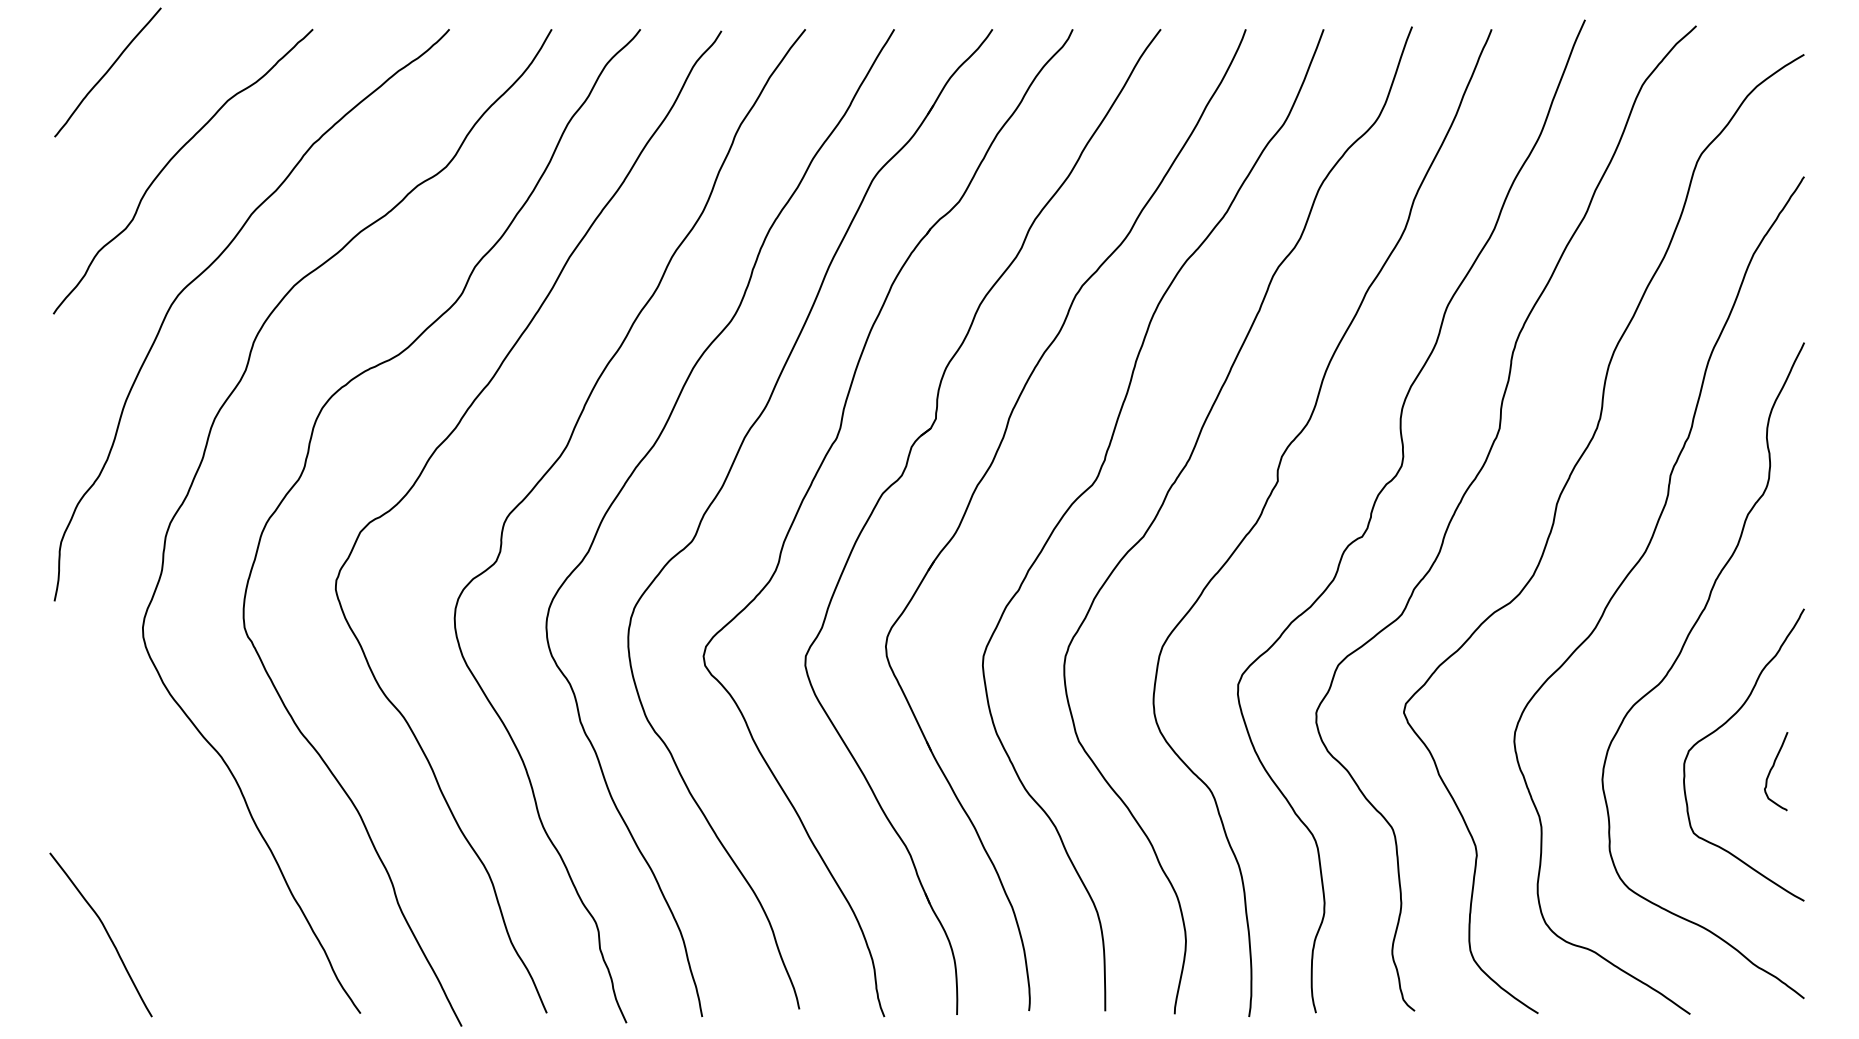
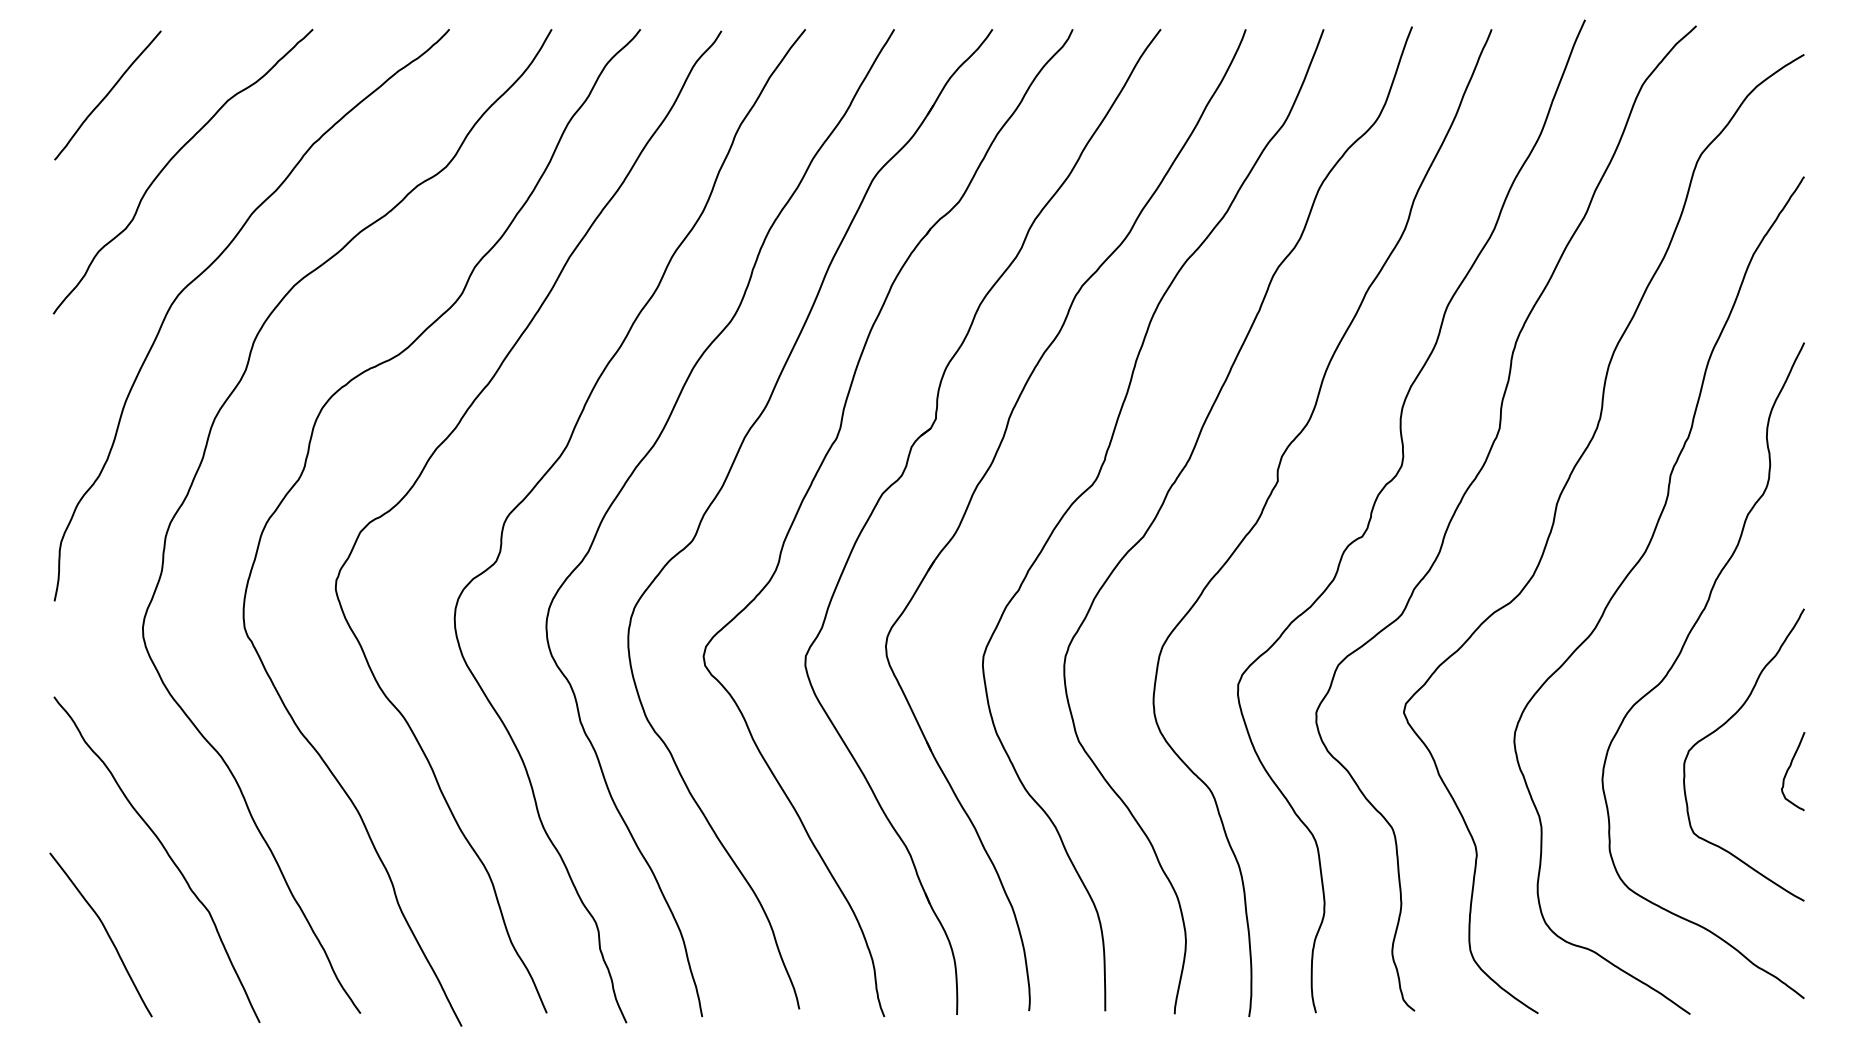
curve at (107, 72) position: (107, 72) -> (107, 95)
curve at (1772, 769) position: (1772, 769) -> (1789, 769)
curve at (166, 853): none -> present
